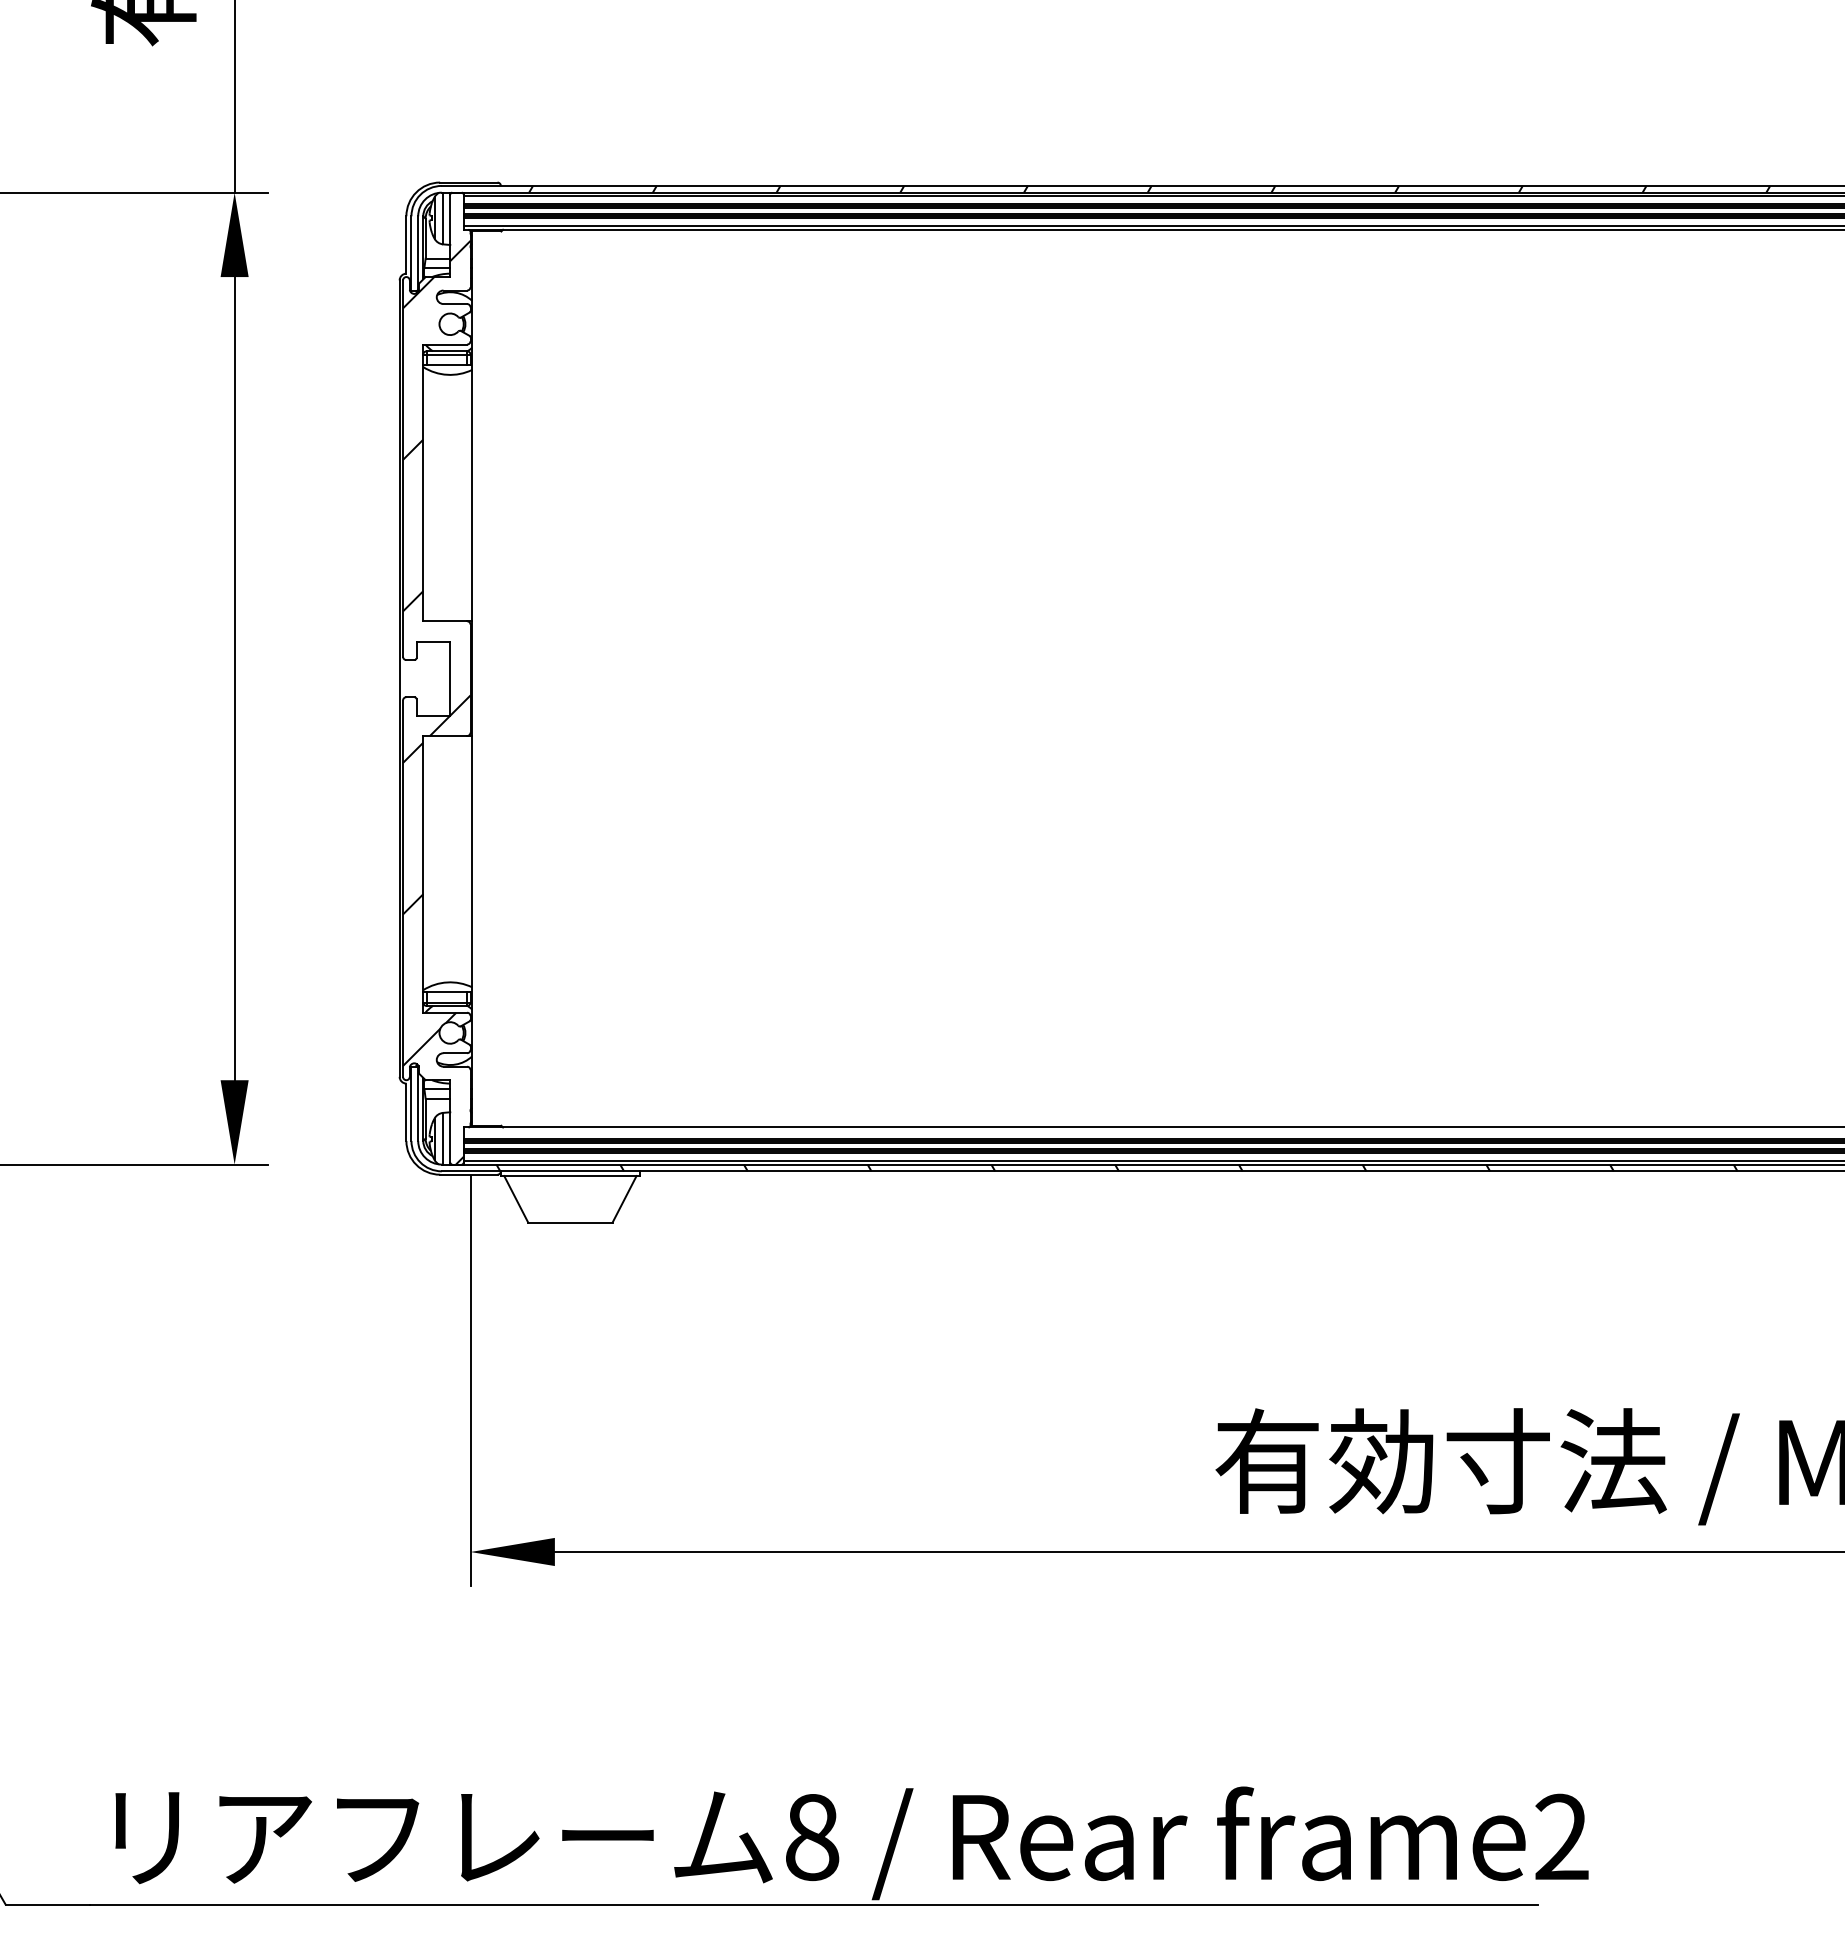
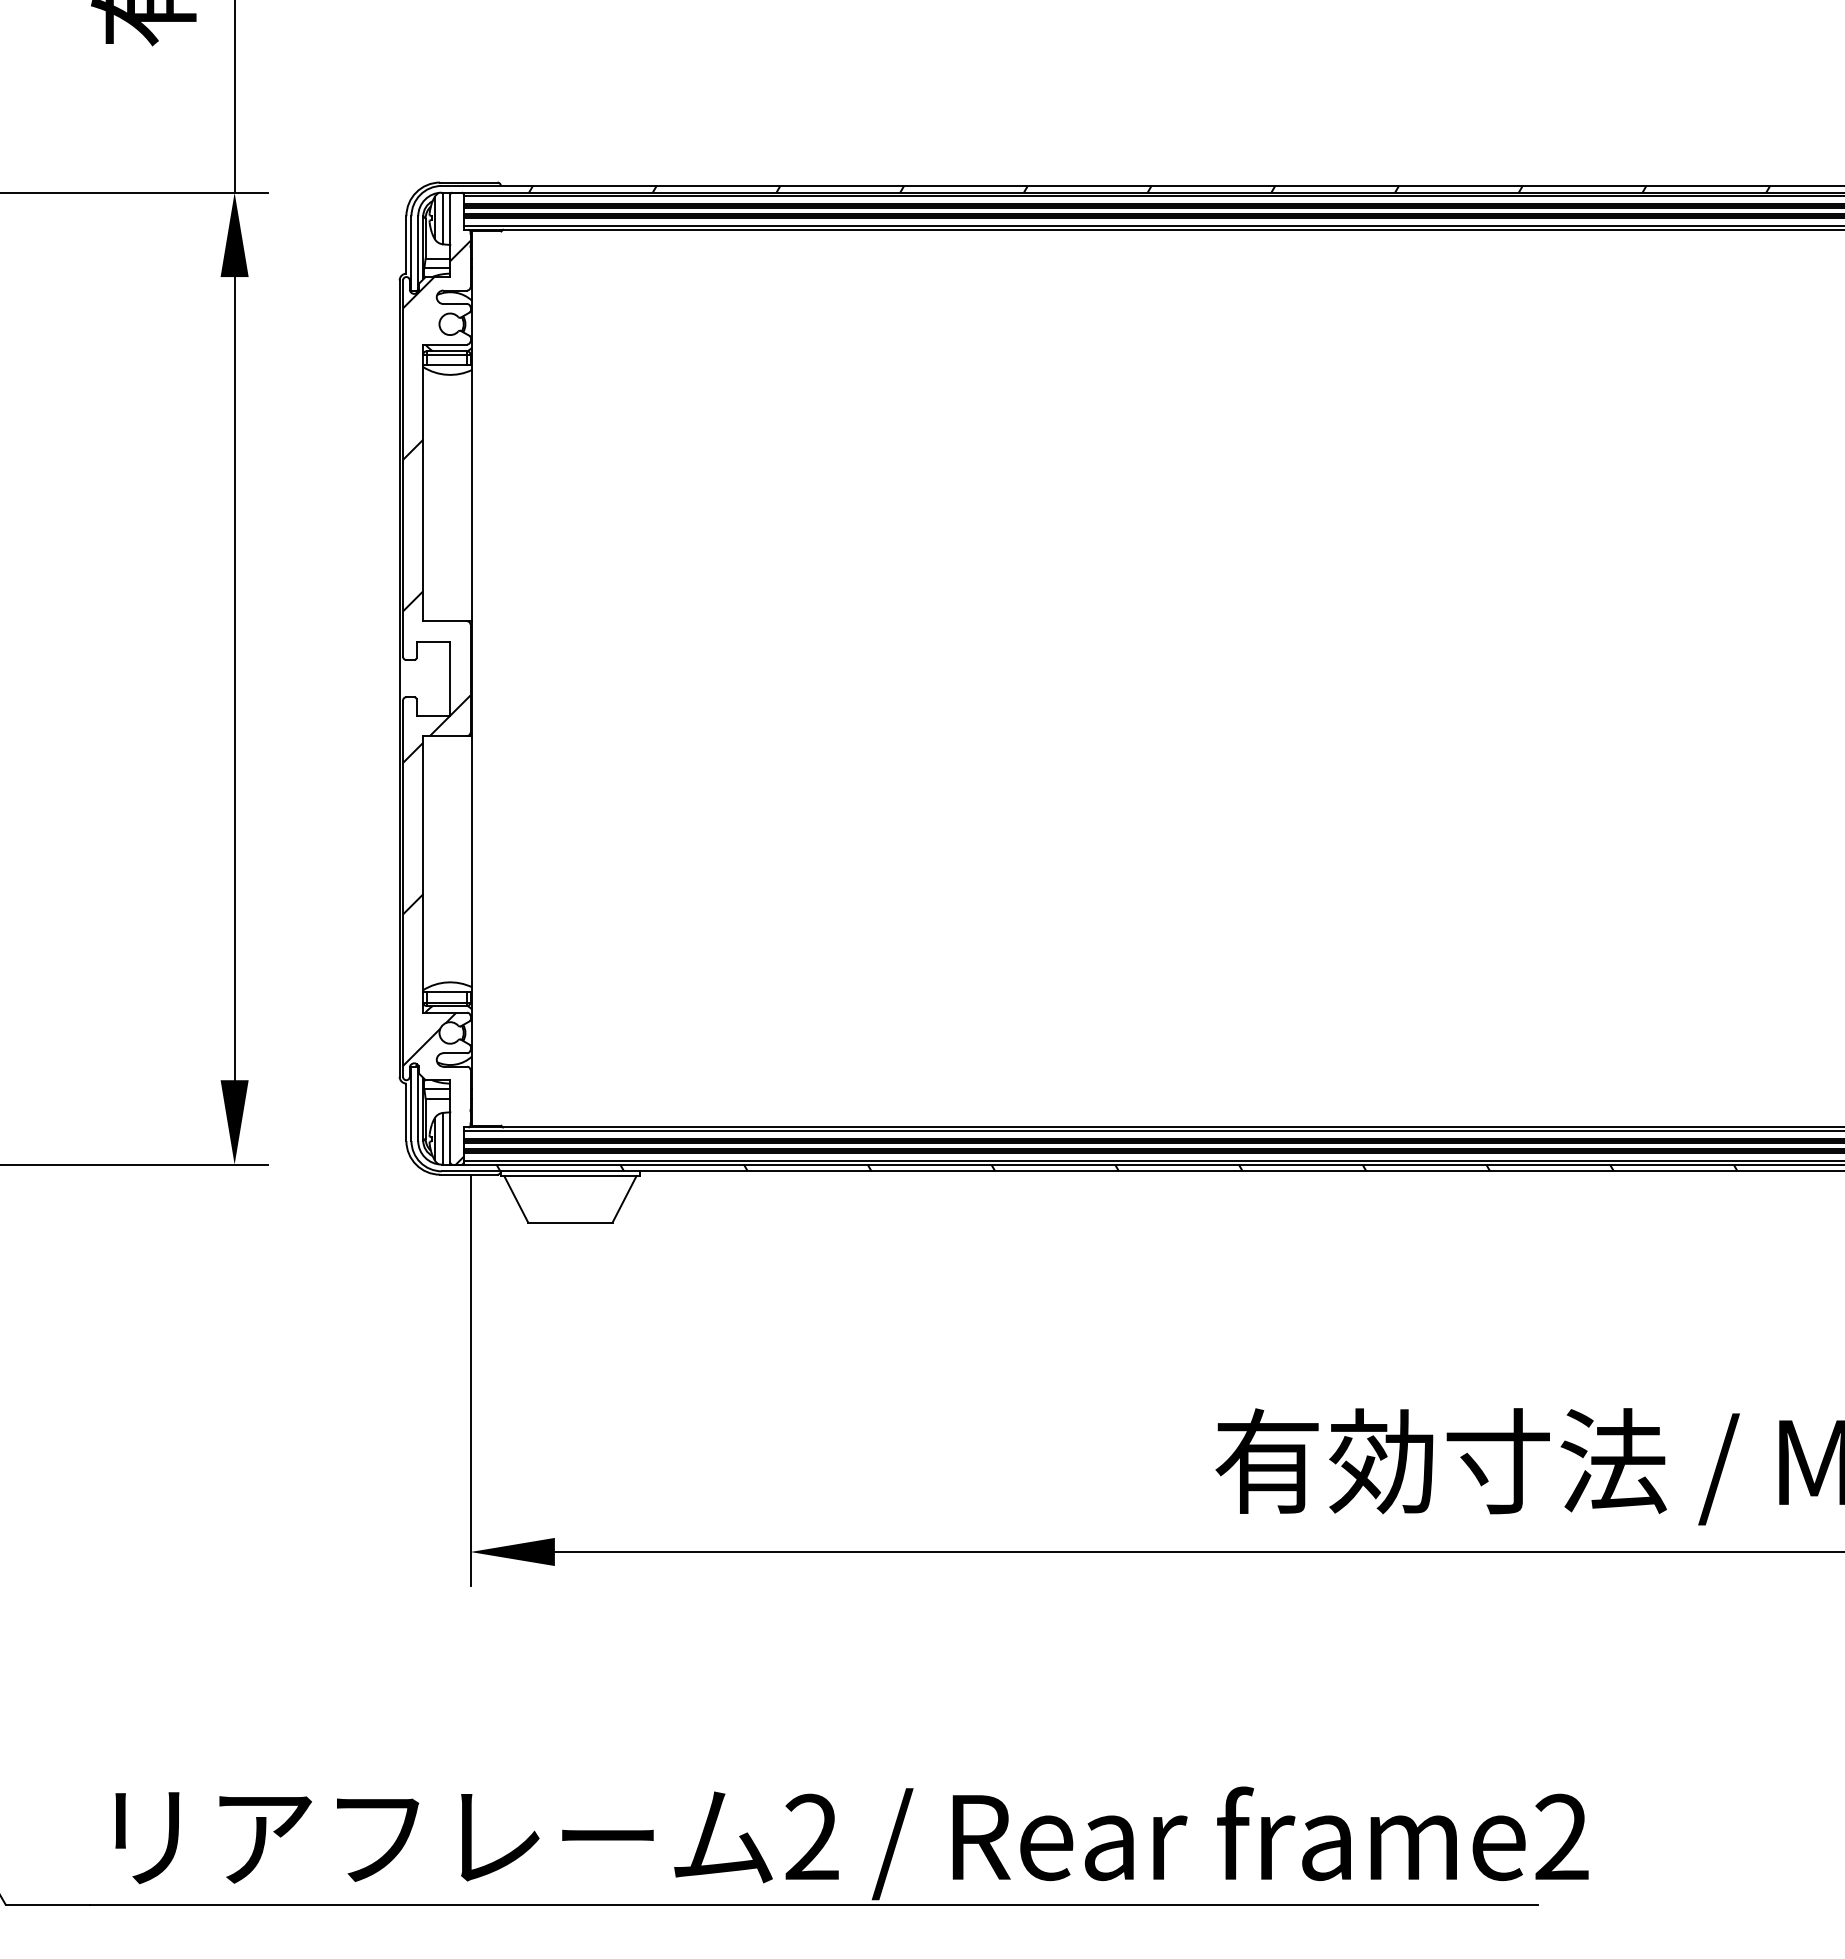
line at (1152, 1130): none -> present
text at (812, 1837): 8 -> 2
